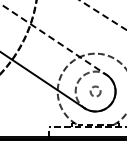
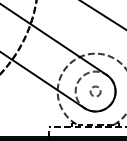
line at (102, 14): dashed -> solid
line at (53, 39): dashed -> solid
